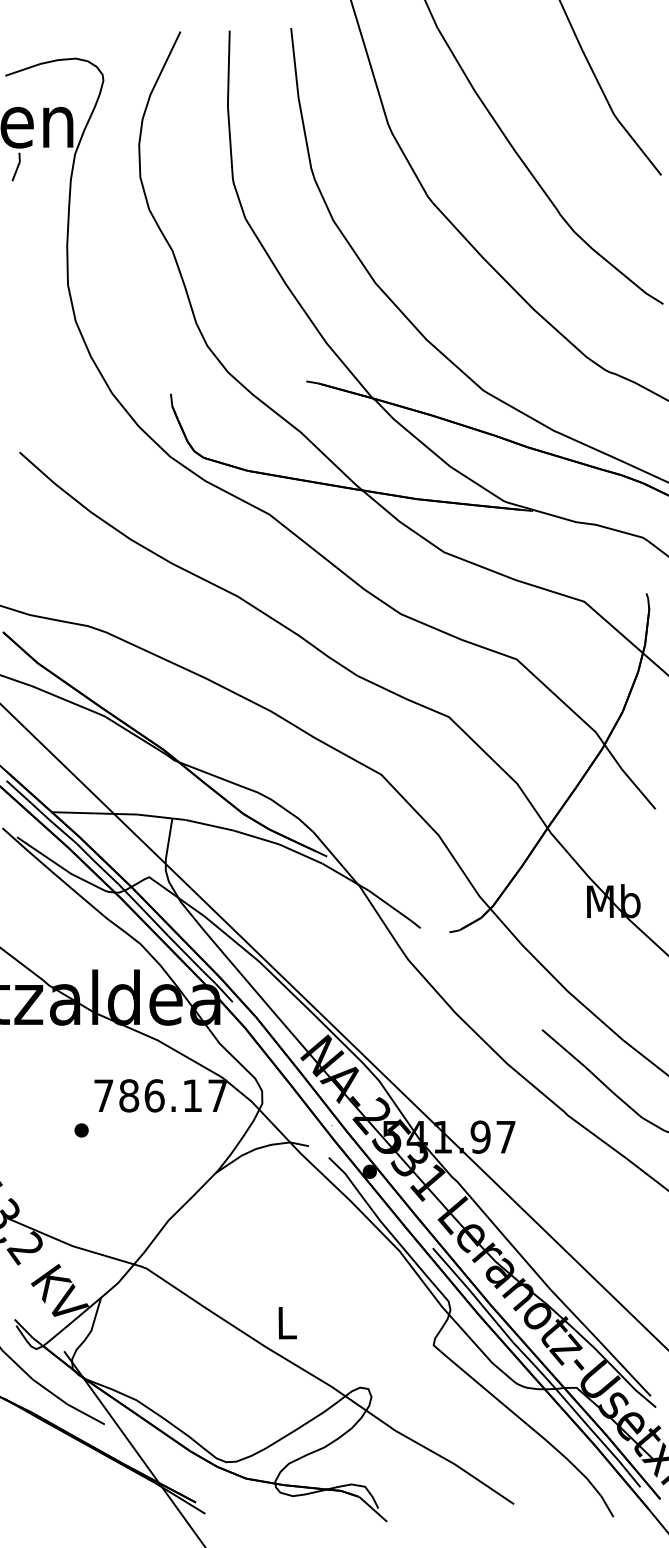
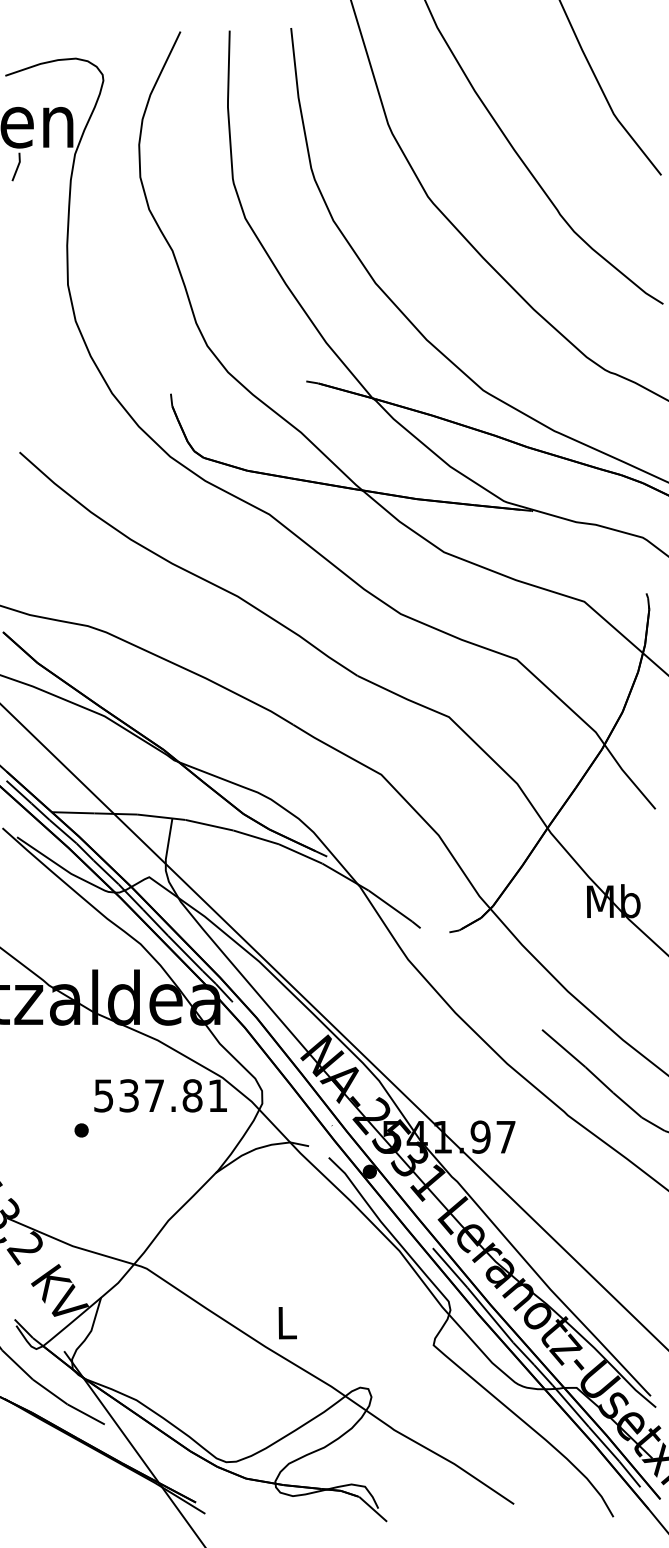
text at (160, 1095): 786.17 -> 537.81
